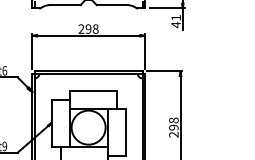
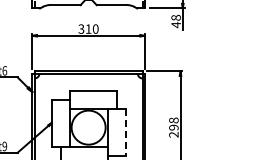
text at (175, 17): 41 -> 48
text at (88, 28): 298 -> 310
line at (125, 132): solid -> dashed
